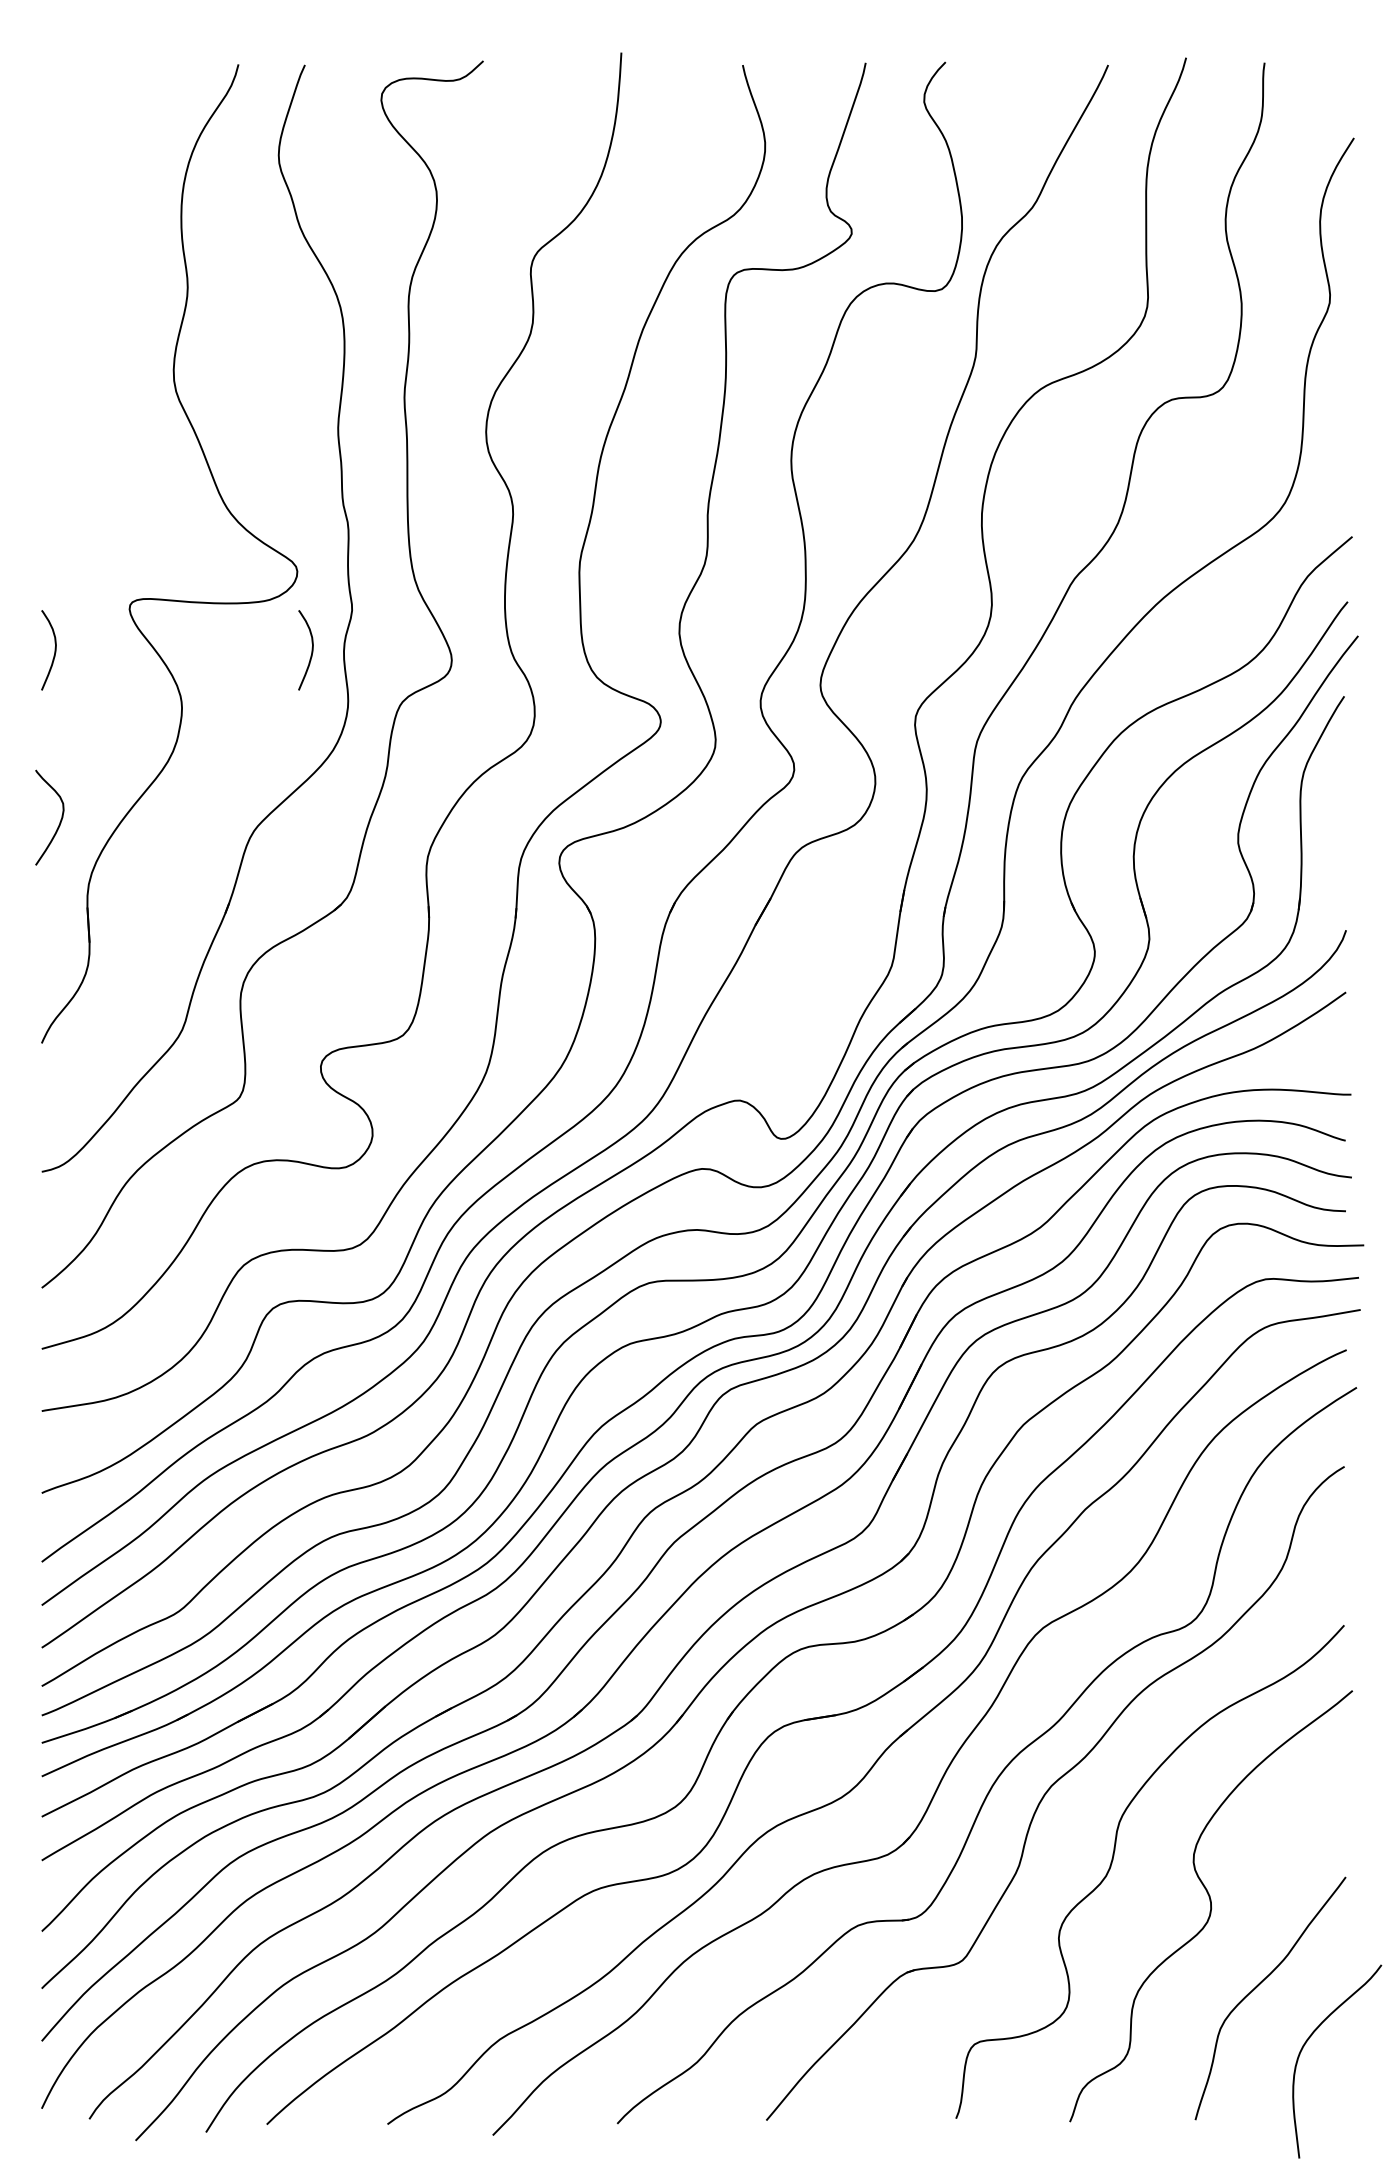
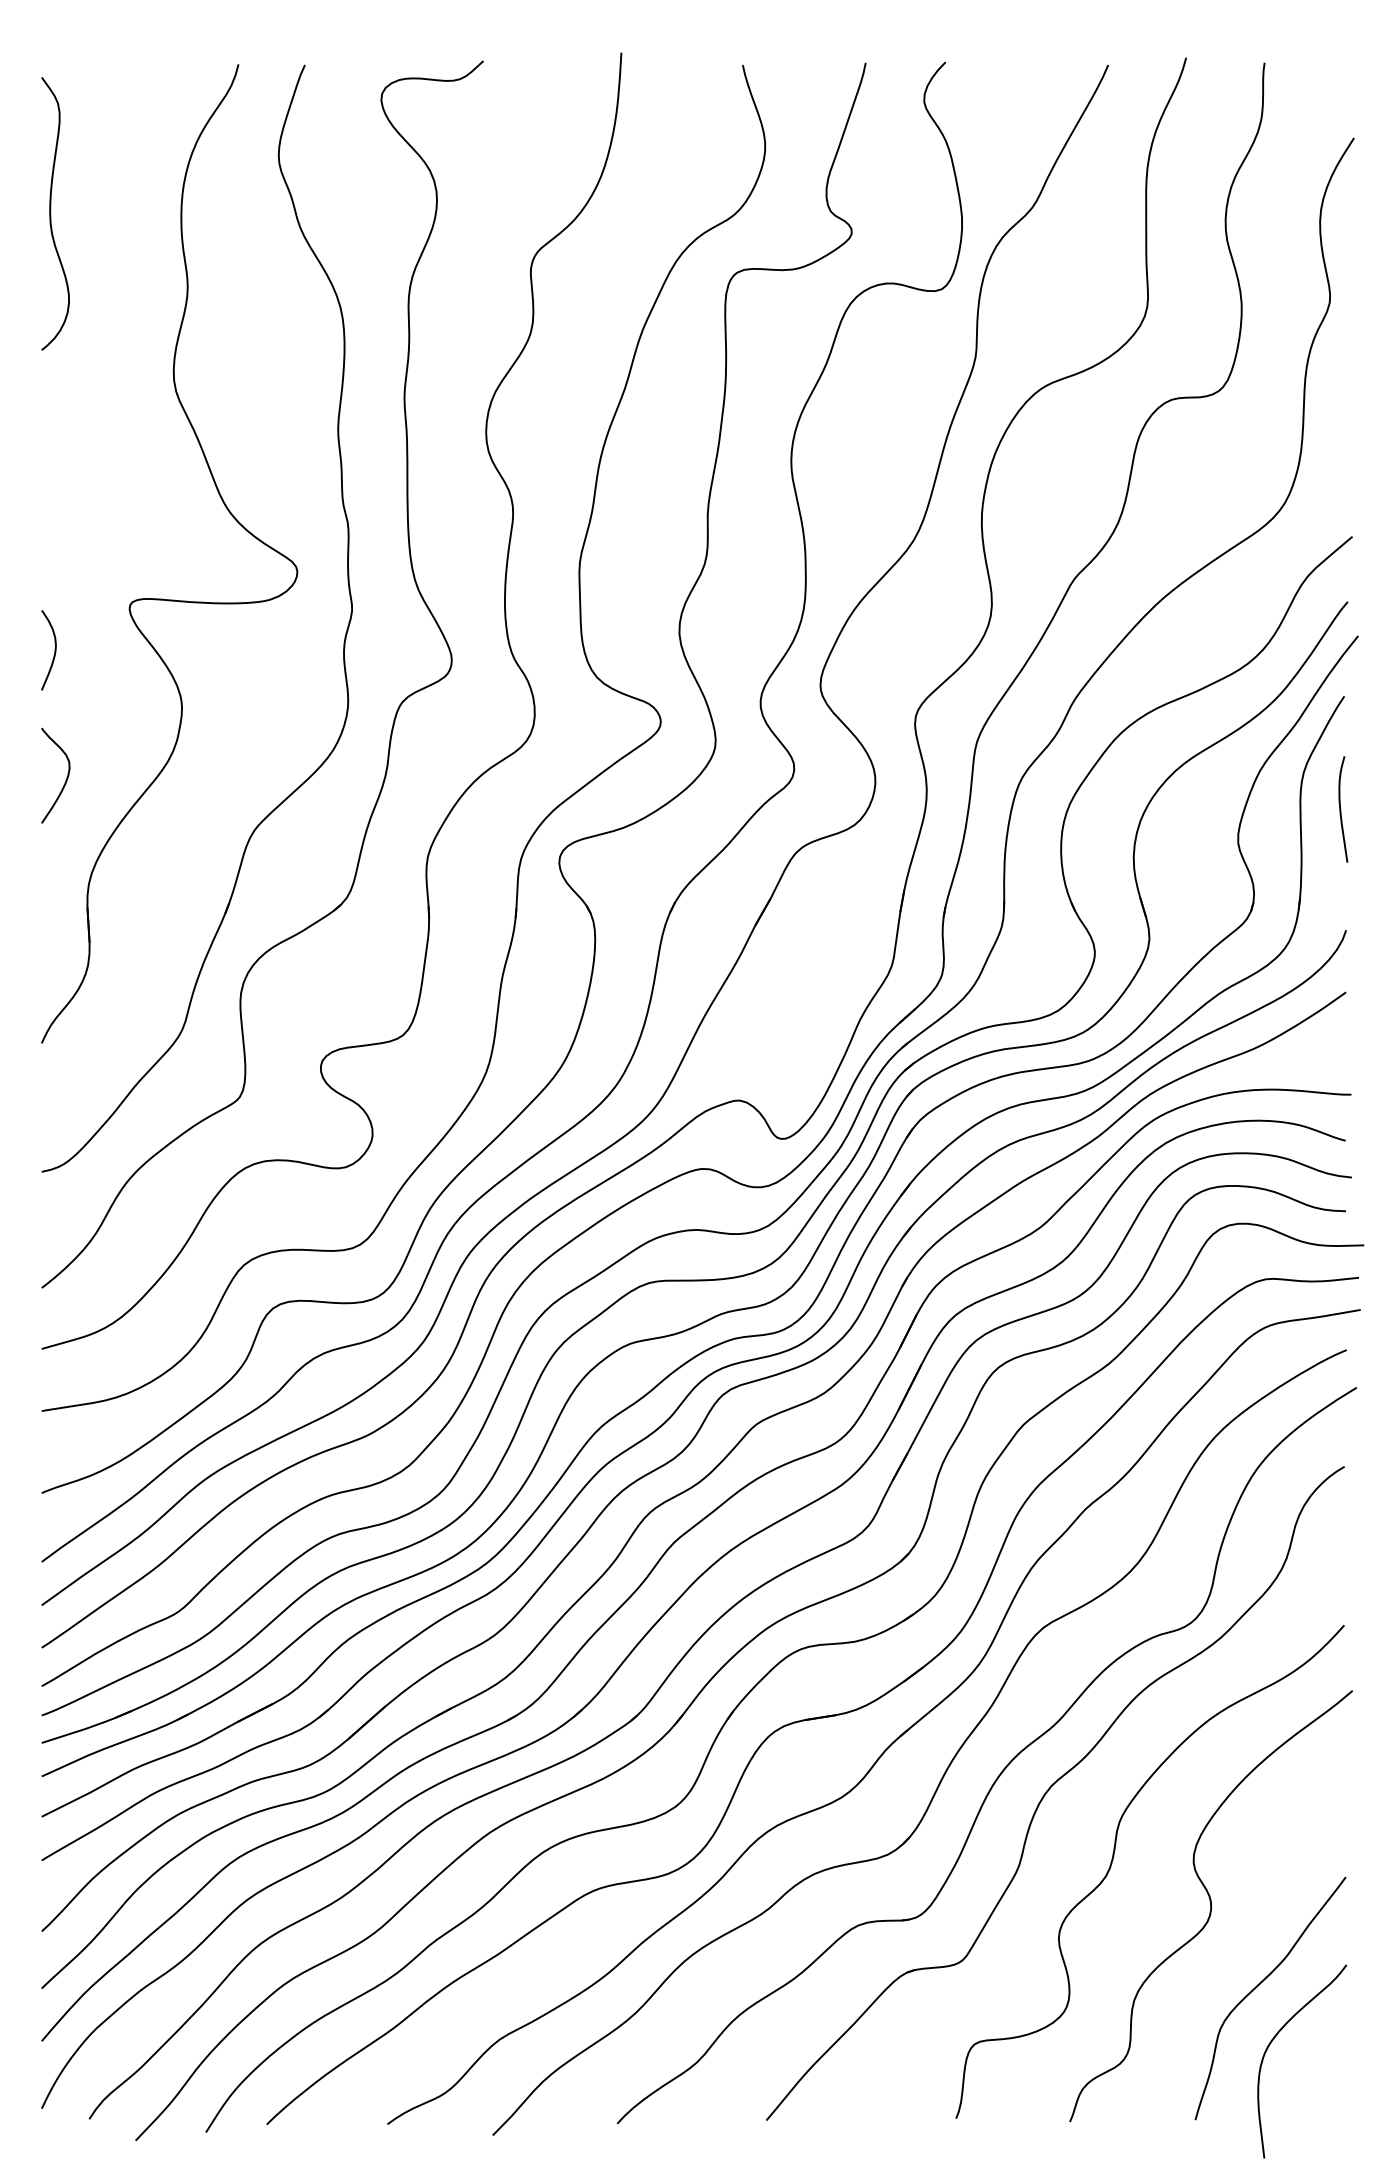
curve at (51, 214): none -> present
curve at (311, 650): present -> none
curve at (1341, 809): none -> present
curve at (60, 819) position: (60, 819) -> (66, 777)
curve at (1309, 2039) position: (1309, 2039) -> (1274, 2039)
